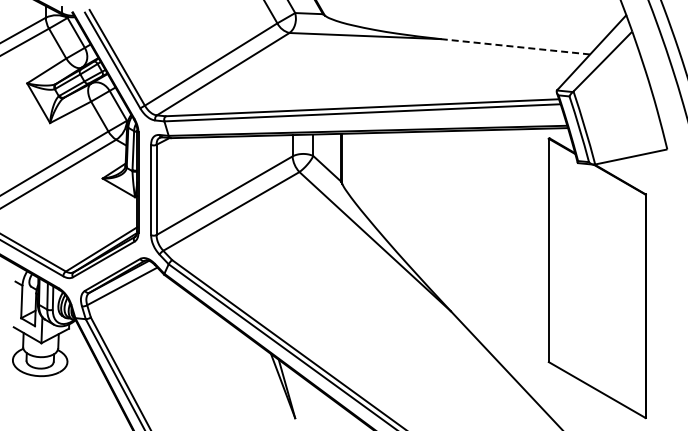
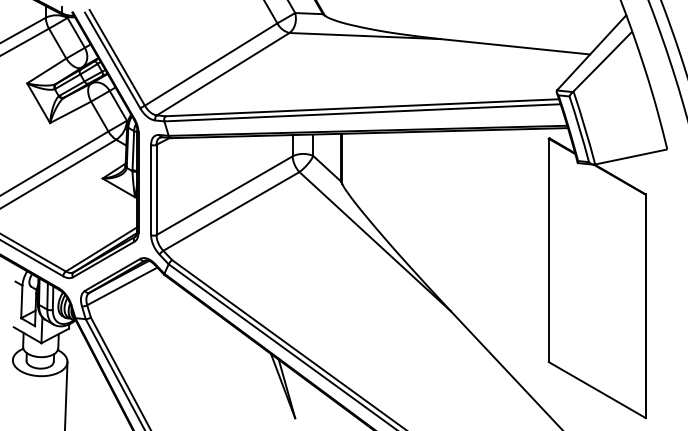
line at (515, 46): dashed -> solid
line at (66, 394): none -> present
